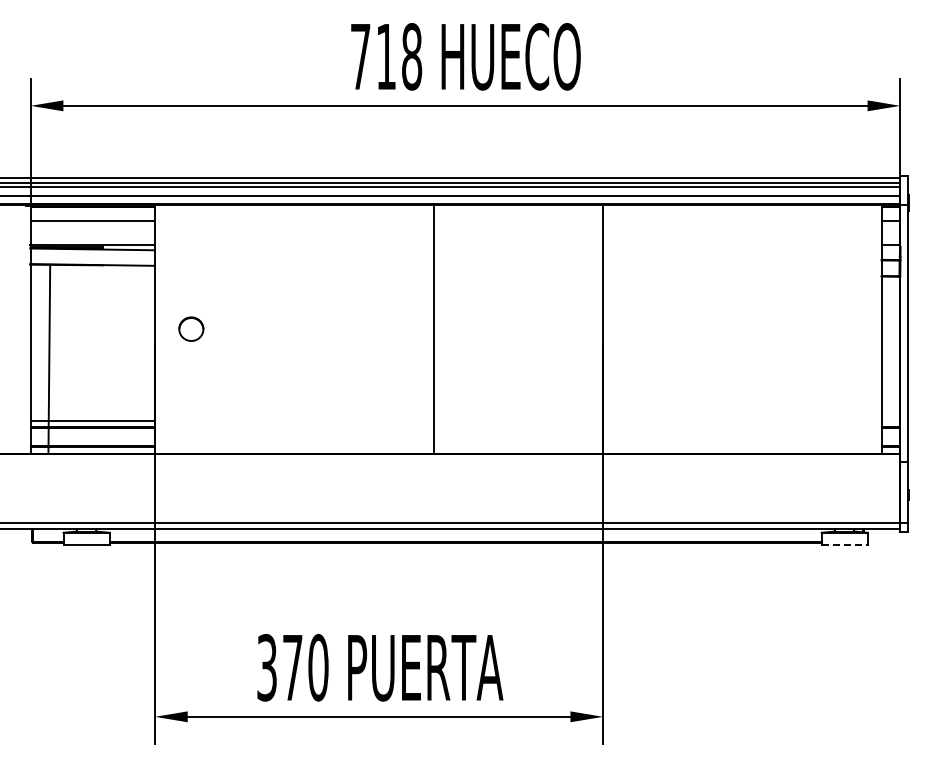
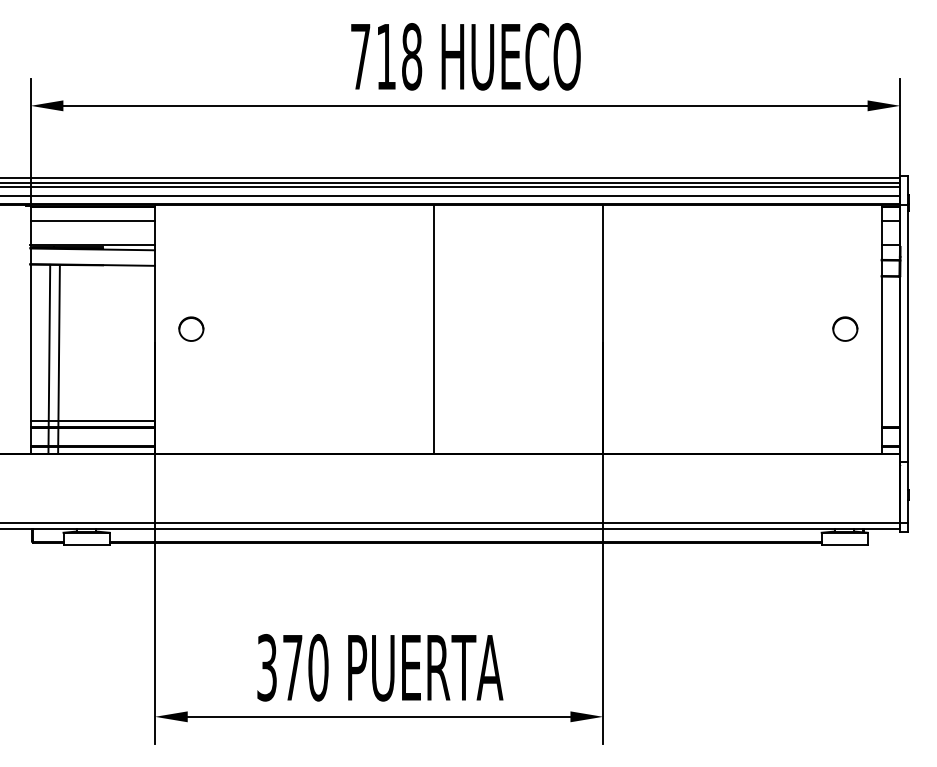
part at (845, 328): none -> present
line at (58, 358): none -> present
line at (845, 544): dashed -> solid
